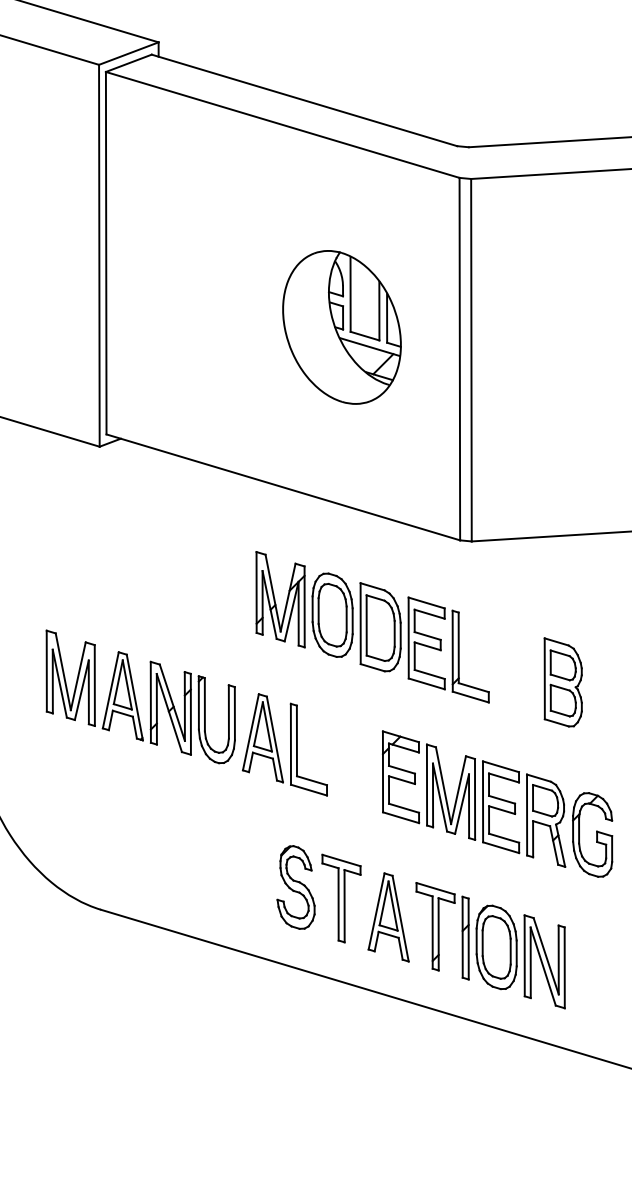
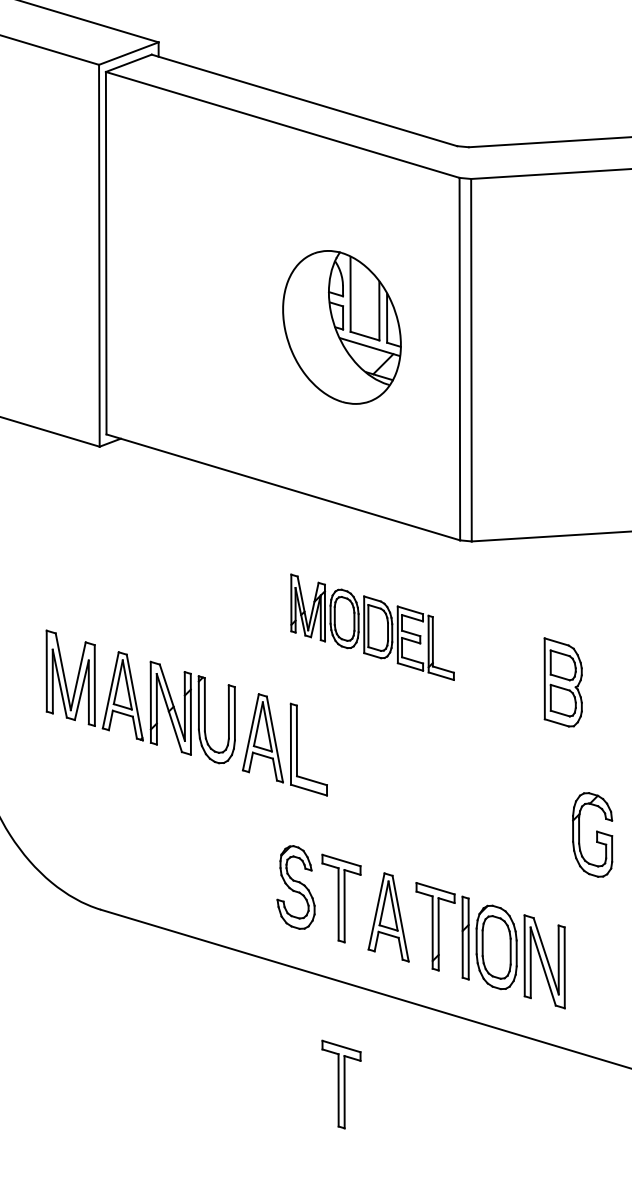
part at (372, 627) size: 235x153 px -> 165x108 px
part at (474, 798): present -> none
part at (341, 1084): none -> present
